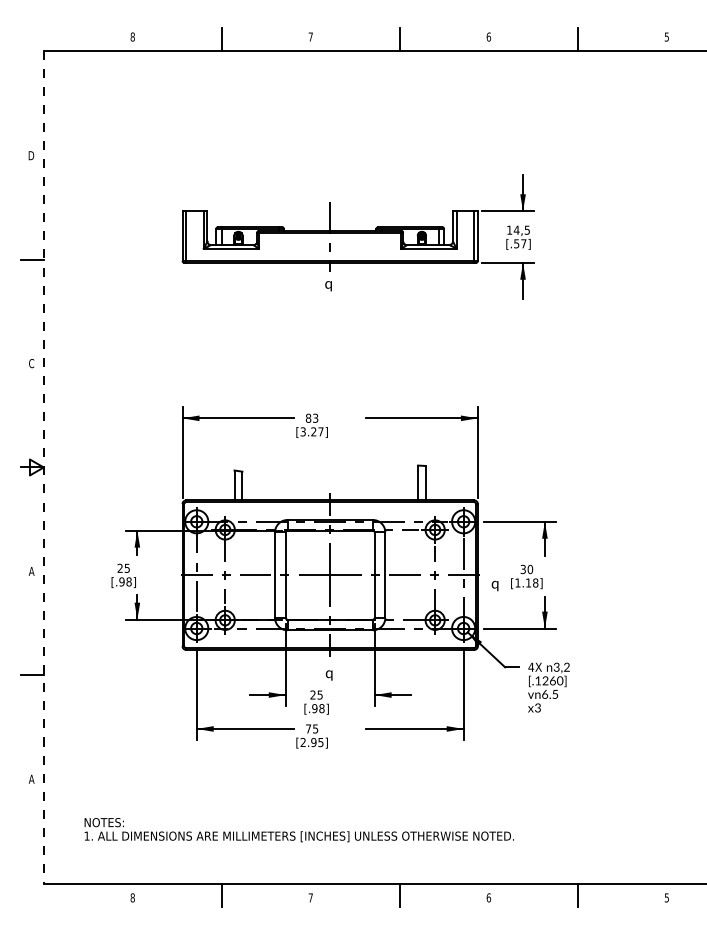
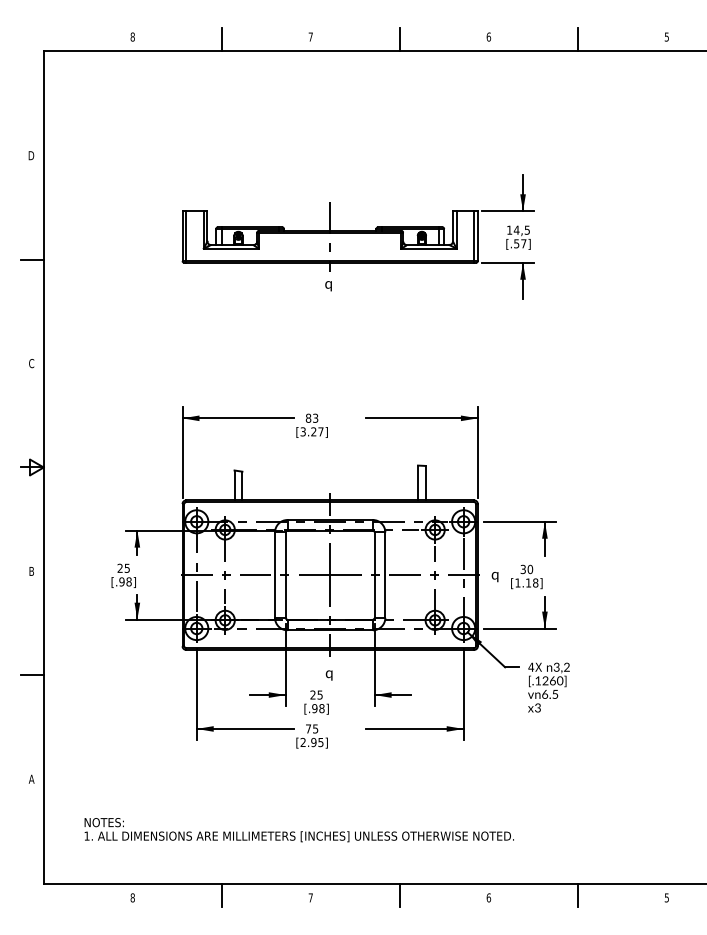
line at (43, 467): dashed -> solid
text at (31, 571): A -> B
text at (494, 586) position: (494, 586) -> (494, 577)
